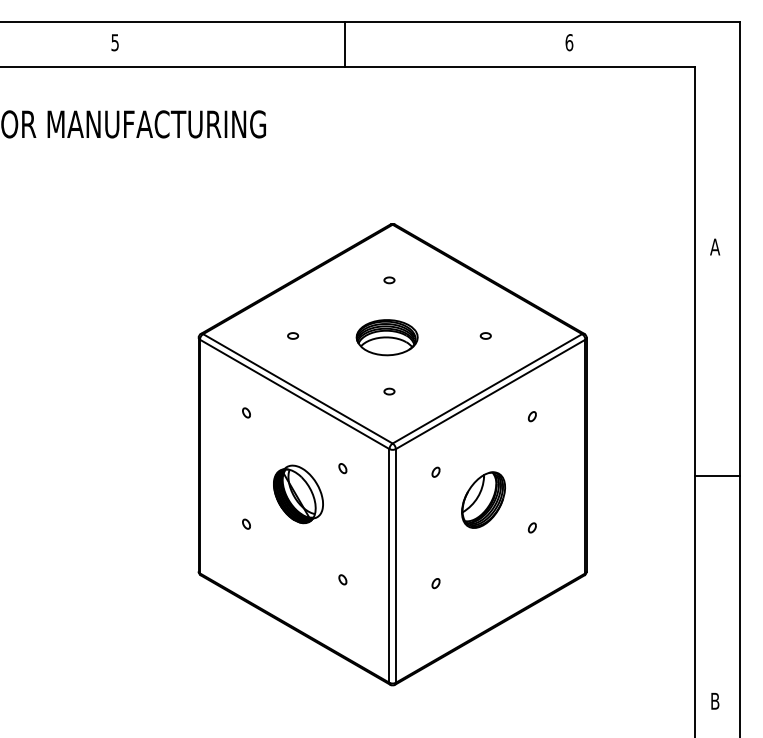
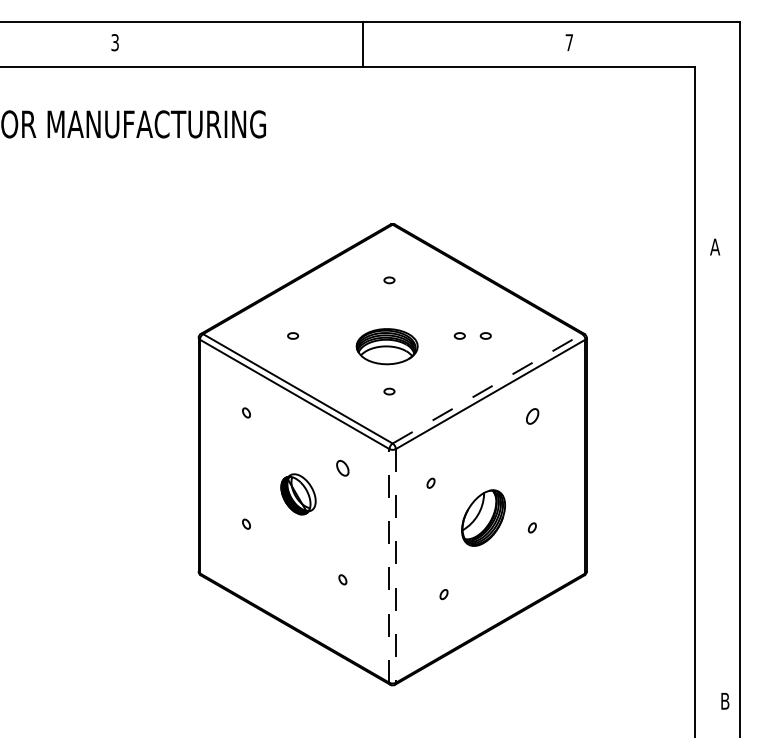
text at (114, 42): 5 -> 3
text at (569, 42): 6 -> 7
line at (344, 44) position: (344, 44) -> (362, 44)
part at (459, 335): none -> present
part at (386, 337) position: (386, 337) -> (386, 346)
line at (487, 388): solid -> dashed
part at (531, 416) size: 10x12 px -> 14x17 px
part at (342, 468) size: 10x12 px -> 14x17 px
part at (435, 471) position: (435, 471) -> (430, 482)
line at (717, 476): present -> none
part at (298, 494) size: 51x61 px -> 37x43 px
part at (483, 499) position: (483, 499) -> (483, 517)
line at (389, 565): solid -> dashed
line at (395, 565): solid -> dashed
part at (435, 583) position: (435, 583) -> (443, 594)
text at (715, 701) position: (715, 701) -> (725, 701)
